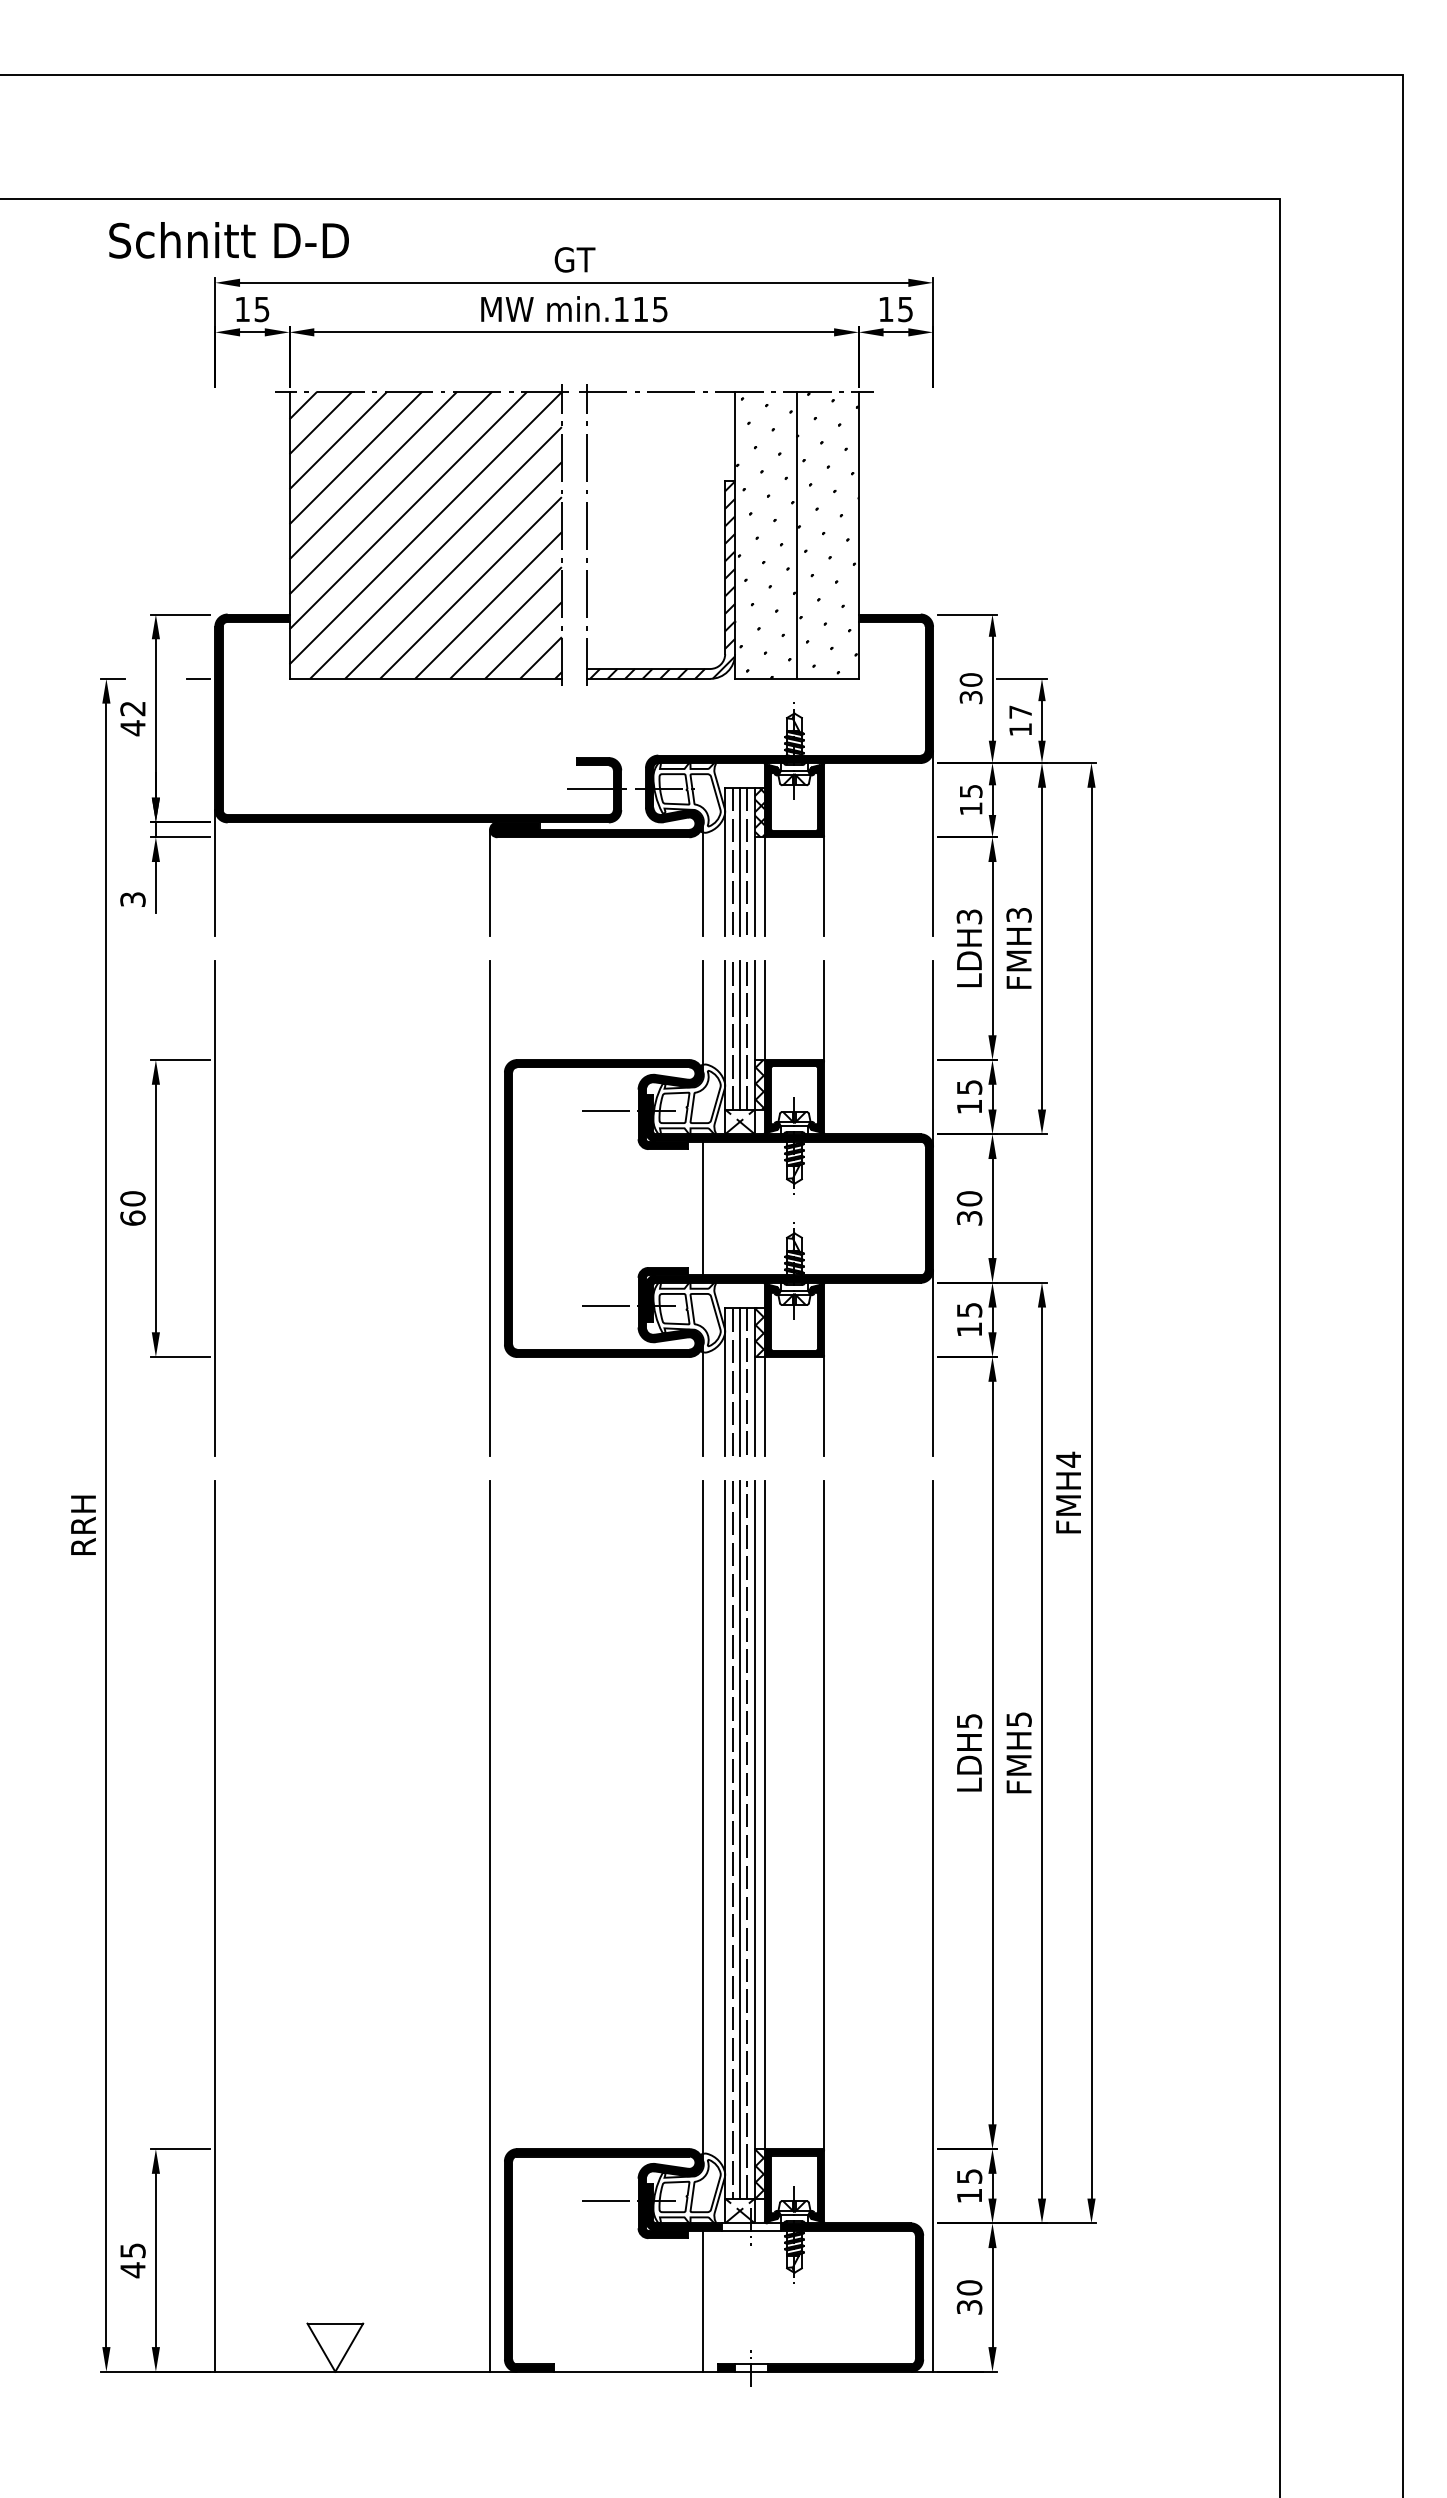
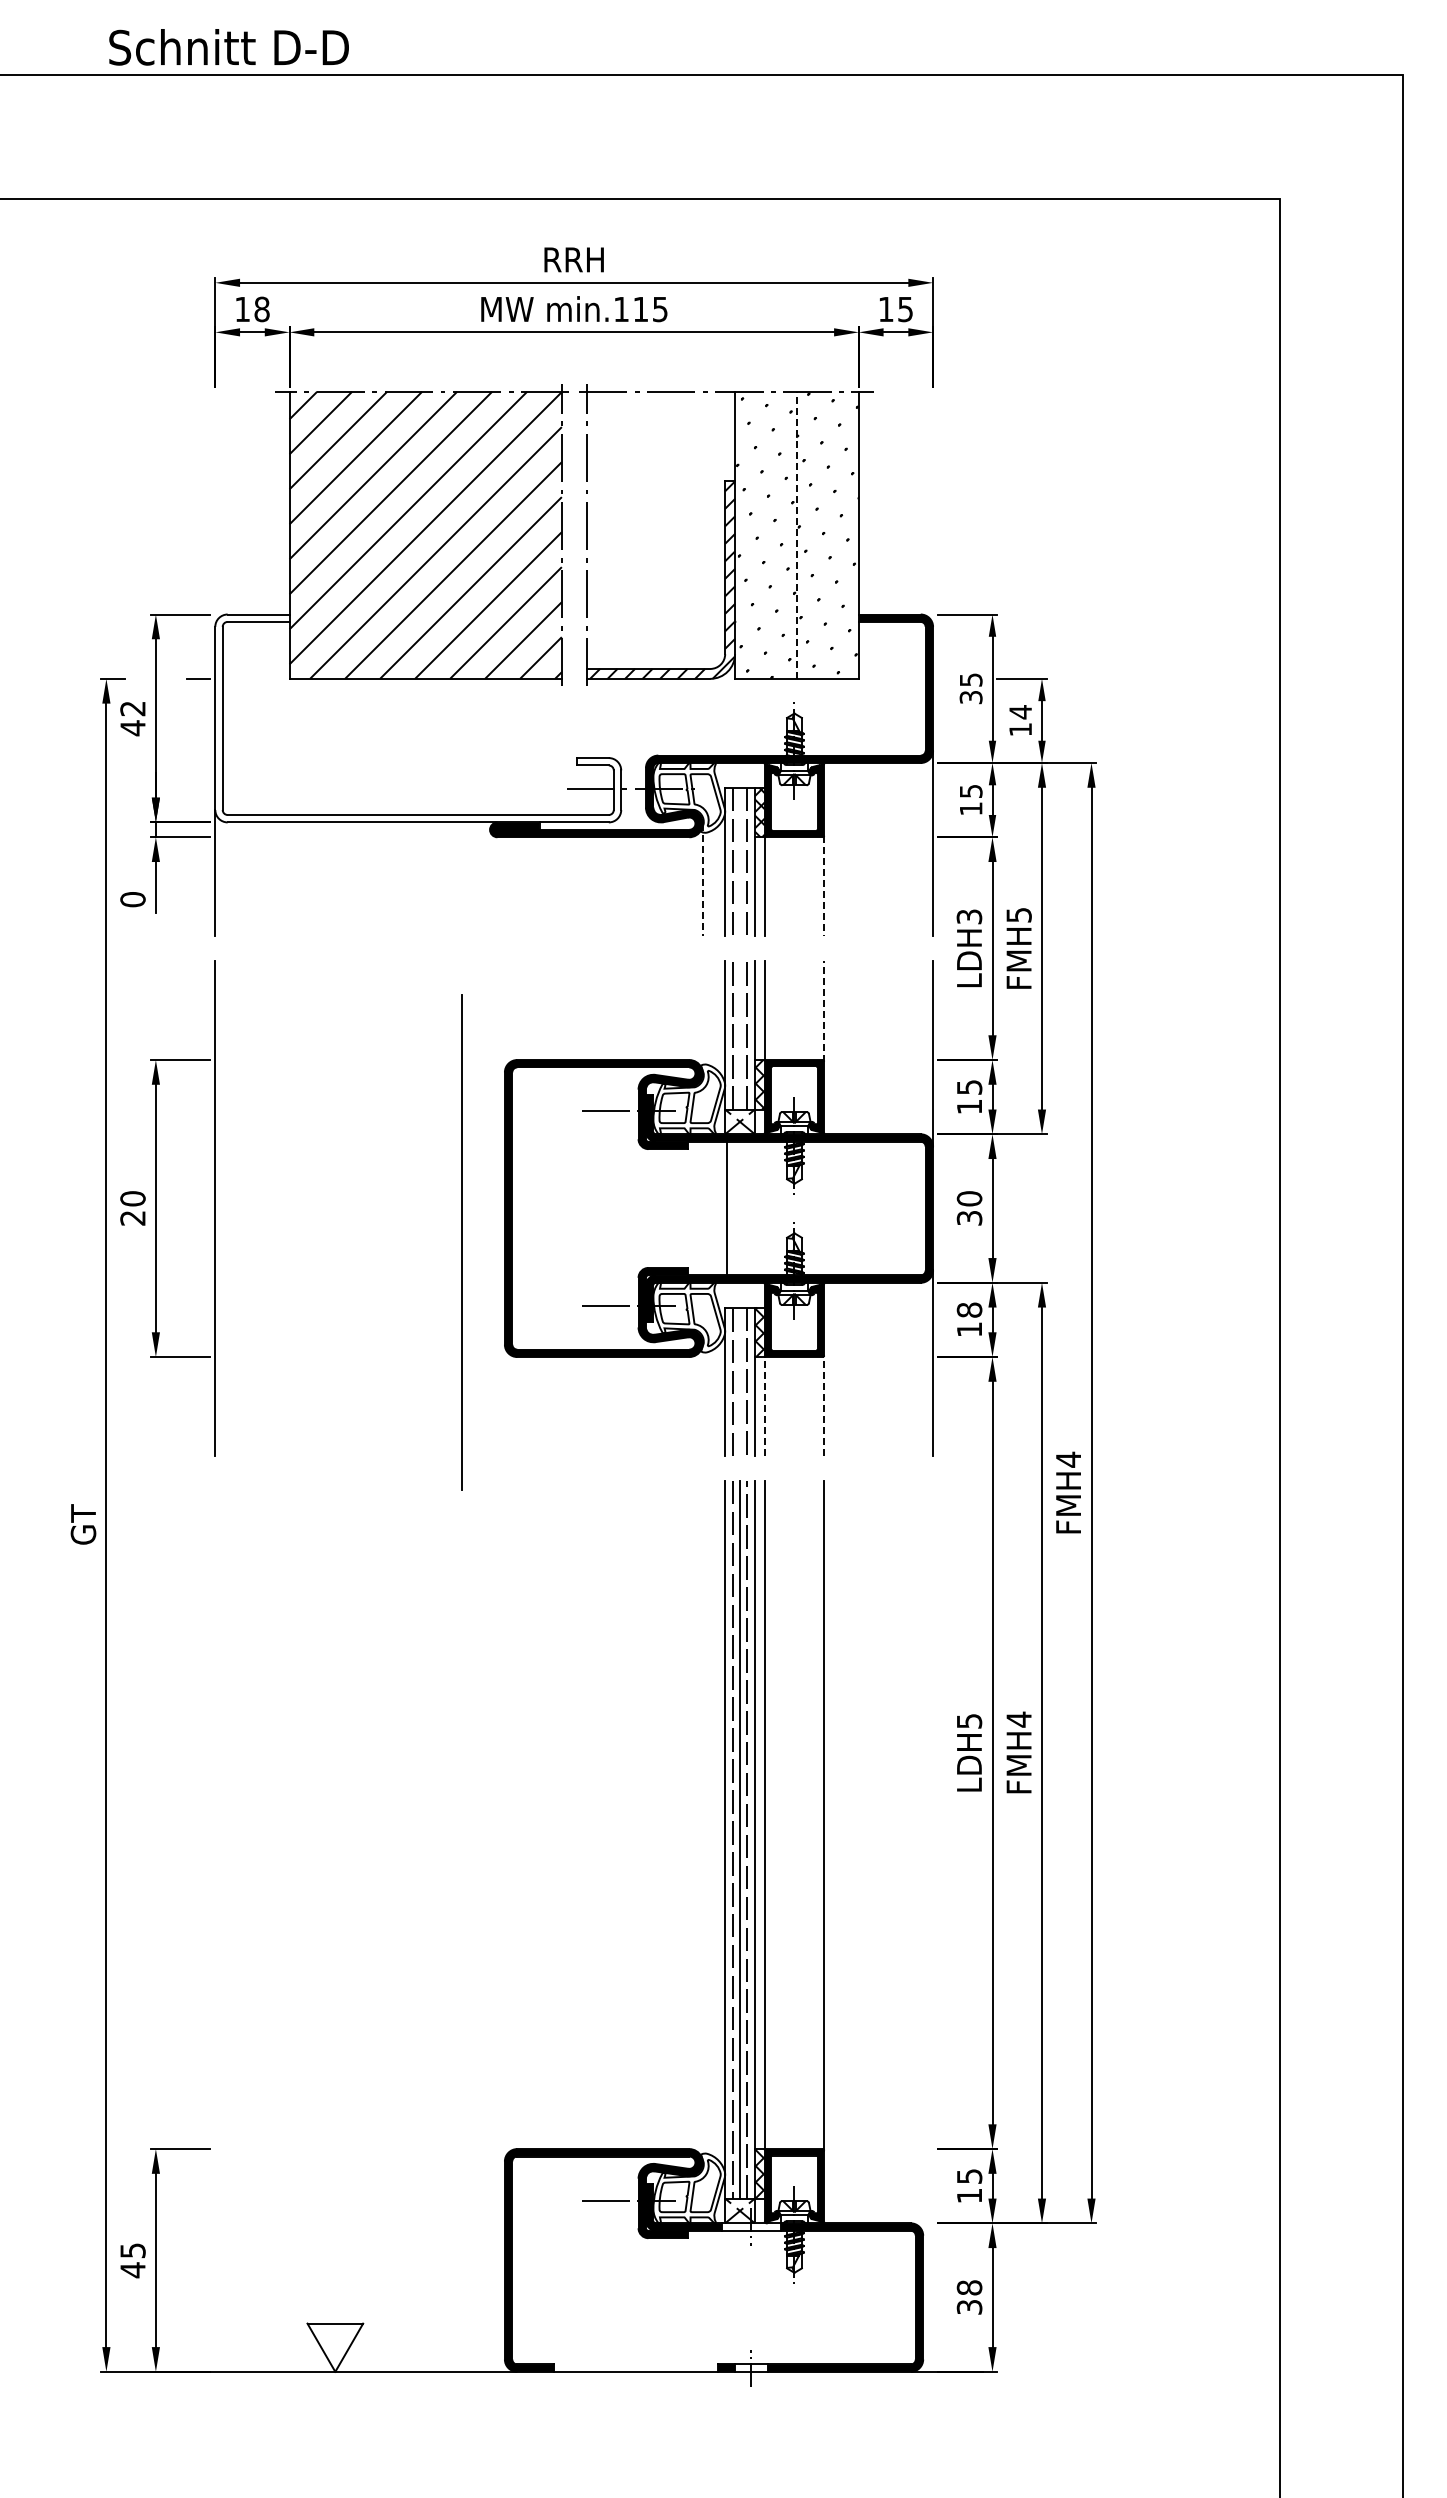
text at (228, 240) position: (228, 240) -> (228, 47)
text at (573, 259): GT -> RRH
text at (261, 309): 15 -> 18
line at (796, 535): solid -> dashed
text at (970, 679): 30 -> 35
text at (1020, 712): 17 -> 14
fill at (418, 718): present -> none
line at (740, 861): present -> none
line at (702, 880): solid -> dashed
line at (490, 882): present -> none
line at (824, 886): solid -> dashed
text at (132, 899): 3 -> 0
text at (1018, 914): FMH3 -> FMH5
line at (824, 1010): solid -> dashed
line at (702, 1016): present -> none
line at (740, 1035): present -> none
line at (489, 1208) position: (489, 1208) -> (461, 1242)
line at (702, 1208) position: (702, 1208) -> (726, 1208)
text at (132, 1217): 60 -> 20
text at (969, 1309): 15 -> 18
line at (740, 1381): present -> none
line at (702, 1400): present -> none
line at (824, 1405): solid -> dashed
line at (764, 1406): solid -> dashed
text at (83, 1524): RRH -> GT
text at (1018, 1719): FMH5 -> FMH4
line at (702, 1820): present -> none
line at (215, 1925): present -> none
line at (490, 1925): present -> none
line at (933, 1925): present -> none
text at (969, 2287): 30 -> 38
line at (702, 2300): present -> none
